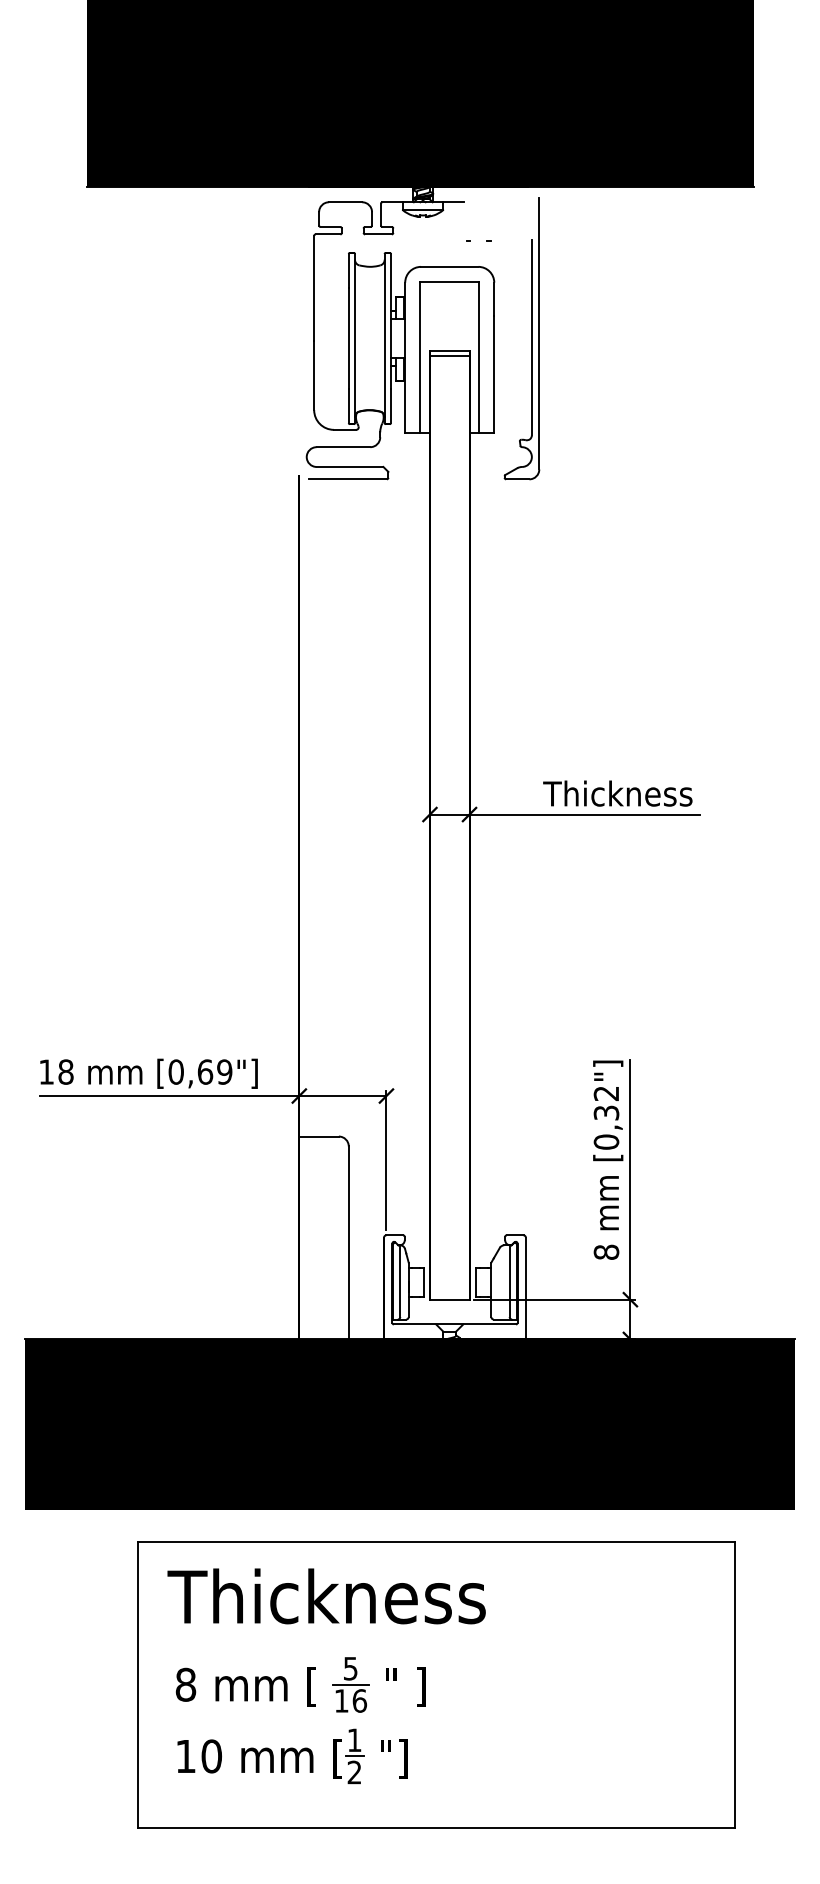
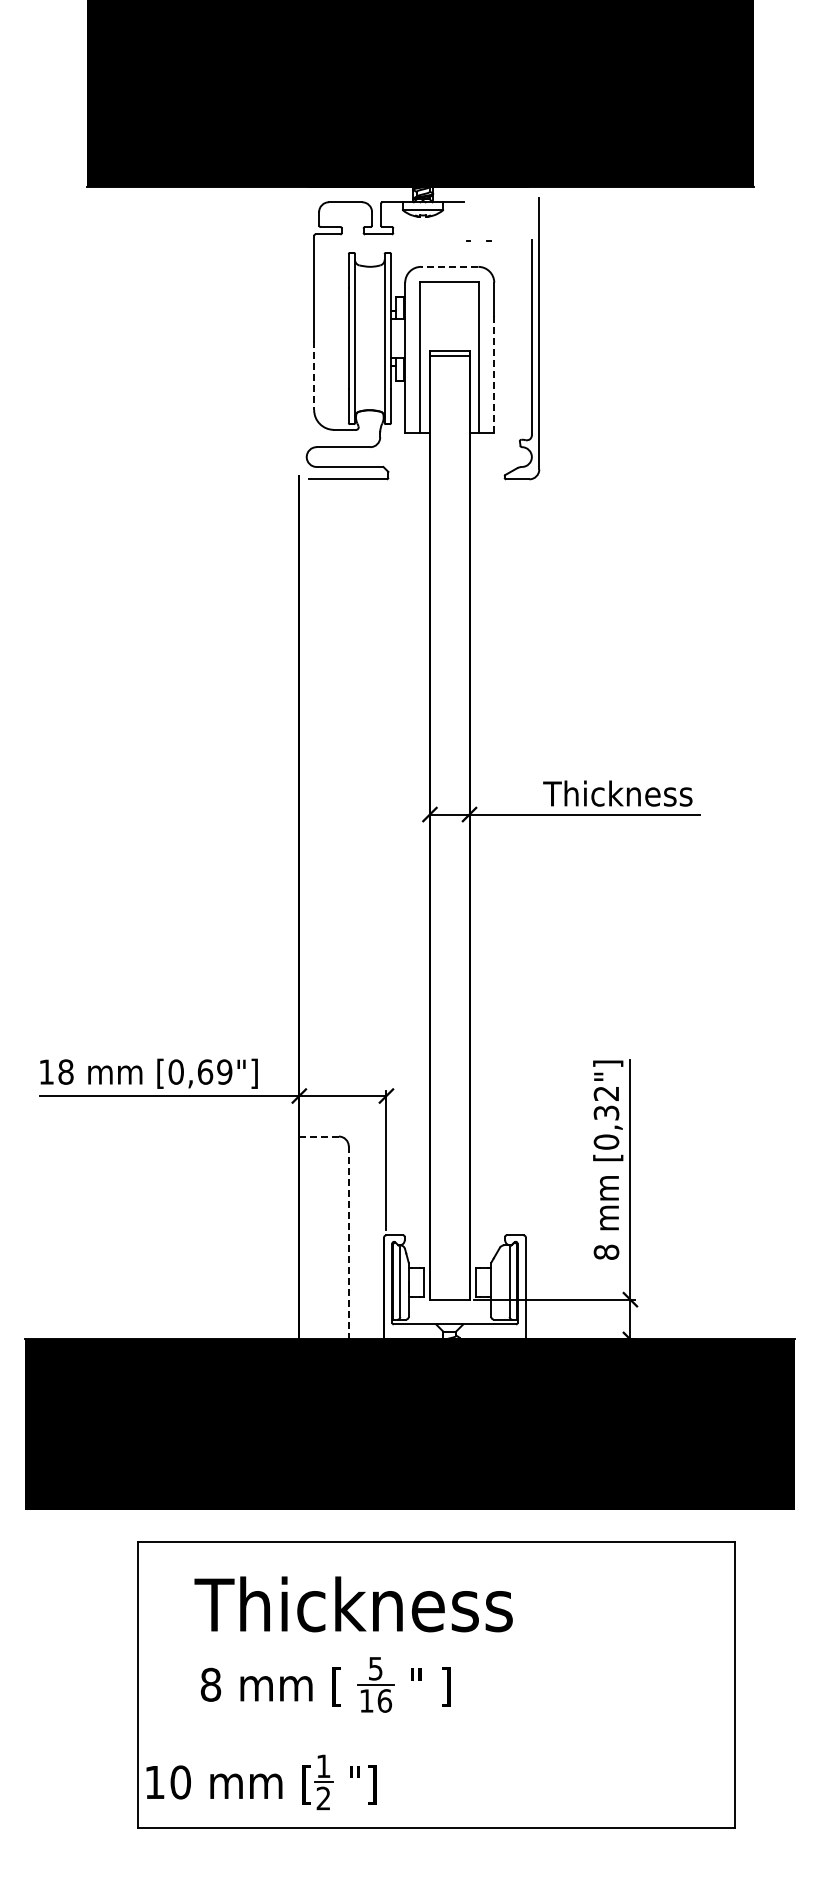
line at (449, 266): solid -> dashed
line at (494, 374): solid -> dashed
line at (314, 375): solid -> dashed
line at (319, 1136): solid -> dashed
line at (348, 1243): solid -> dashed
text at (326, 1596) position: (326, 1596) -> (353, 1604)
part at (307, 1684) position: (307, 1684) -> (332, 1684)
part at (292, 1756) position: (292, 1756) -> (261, 1782)
